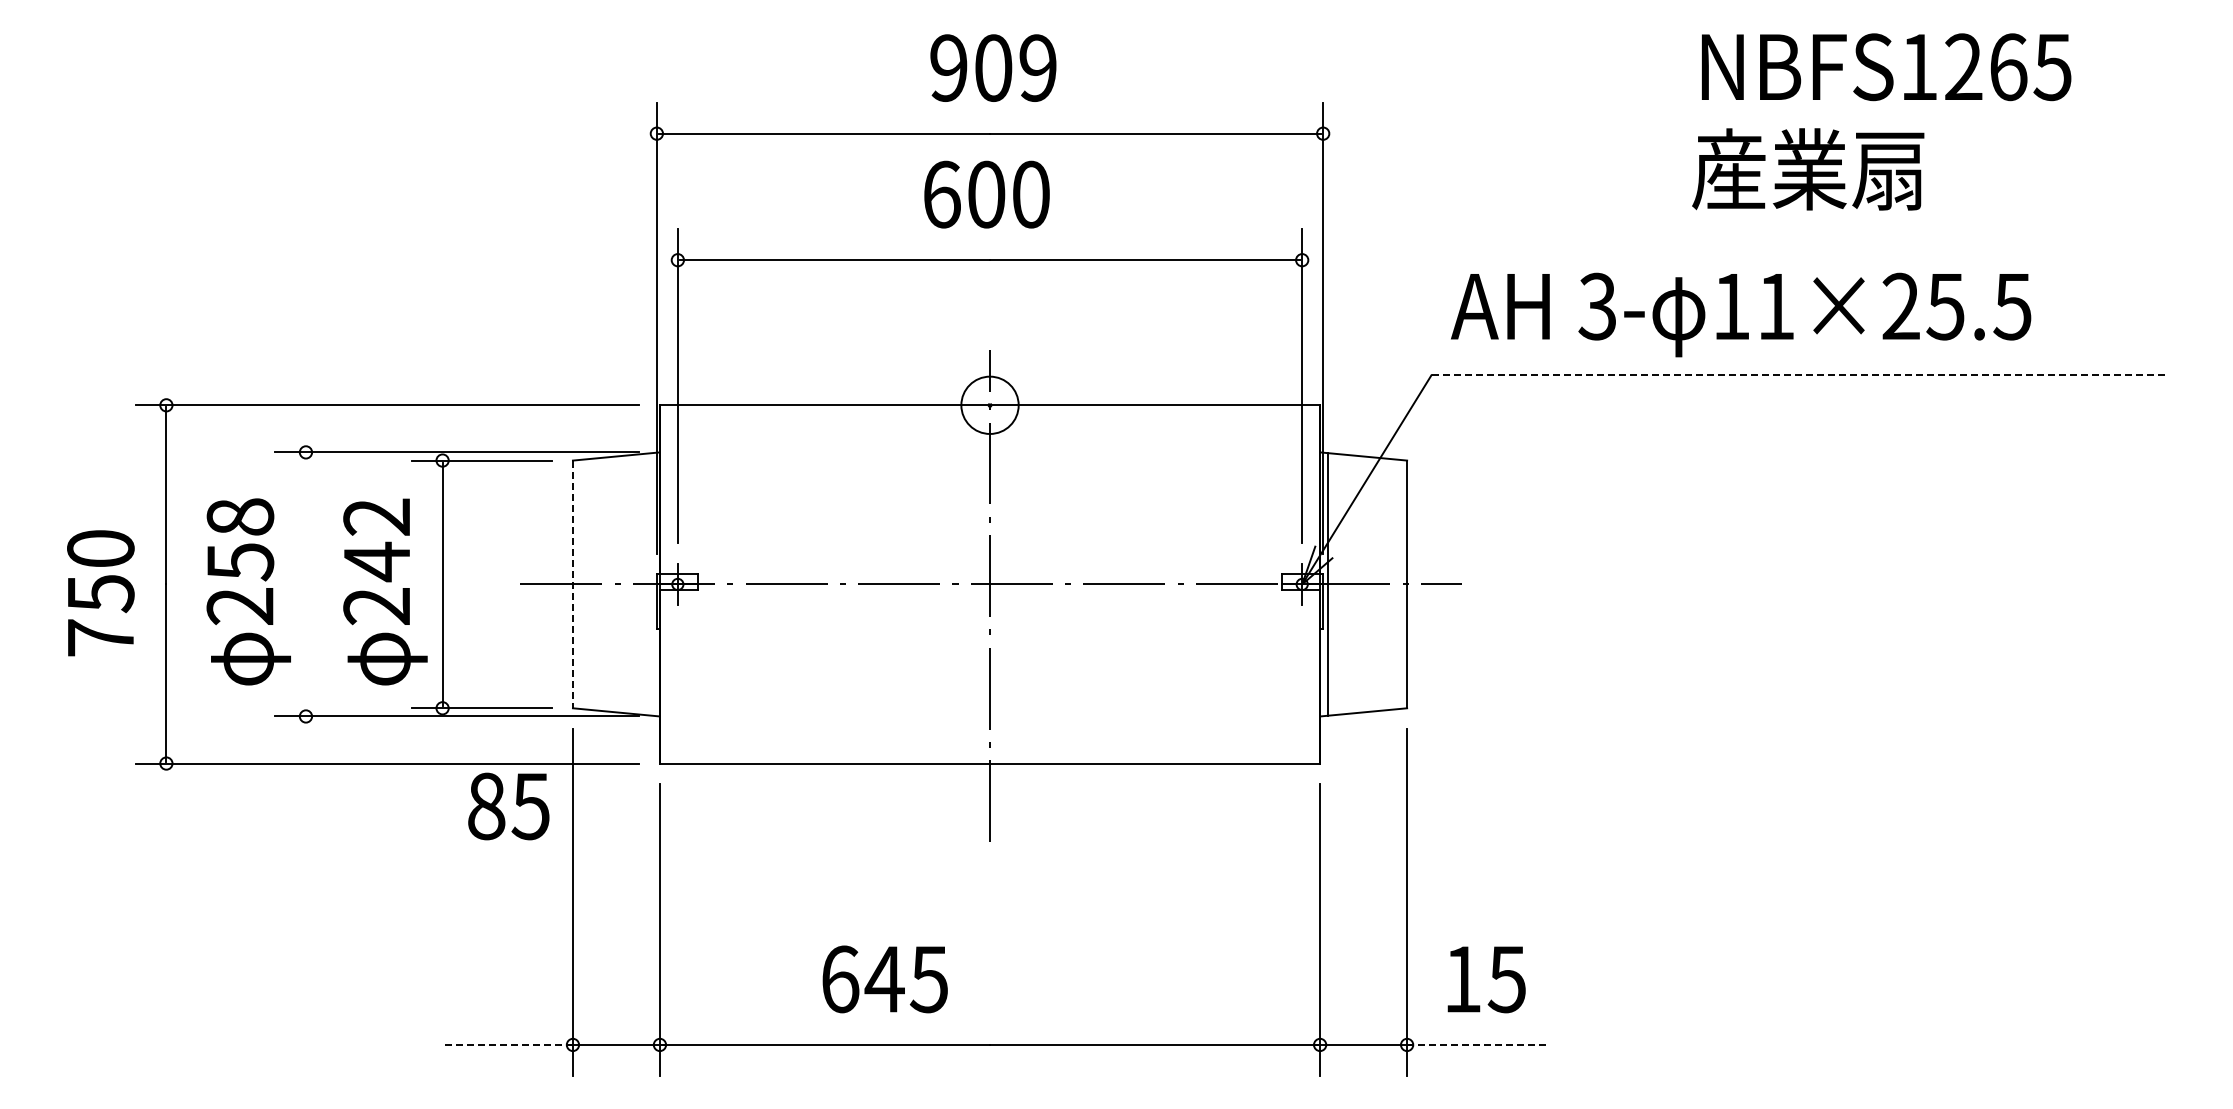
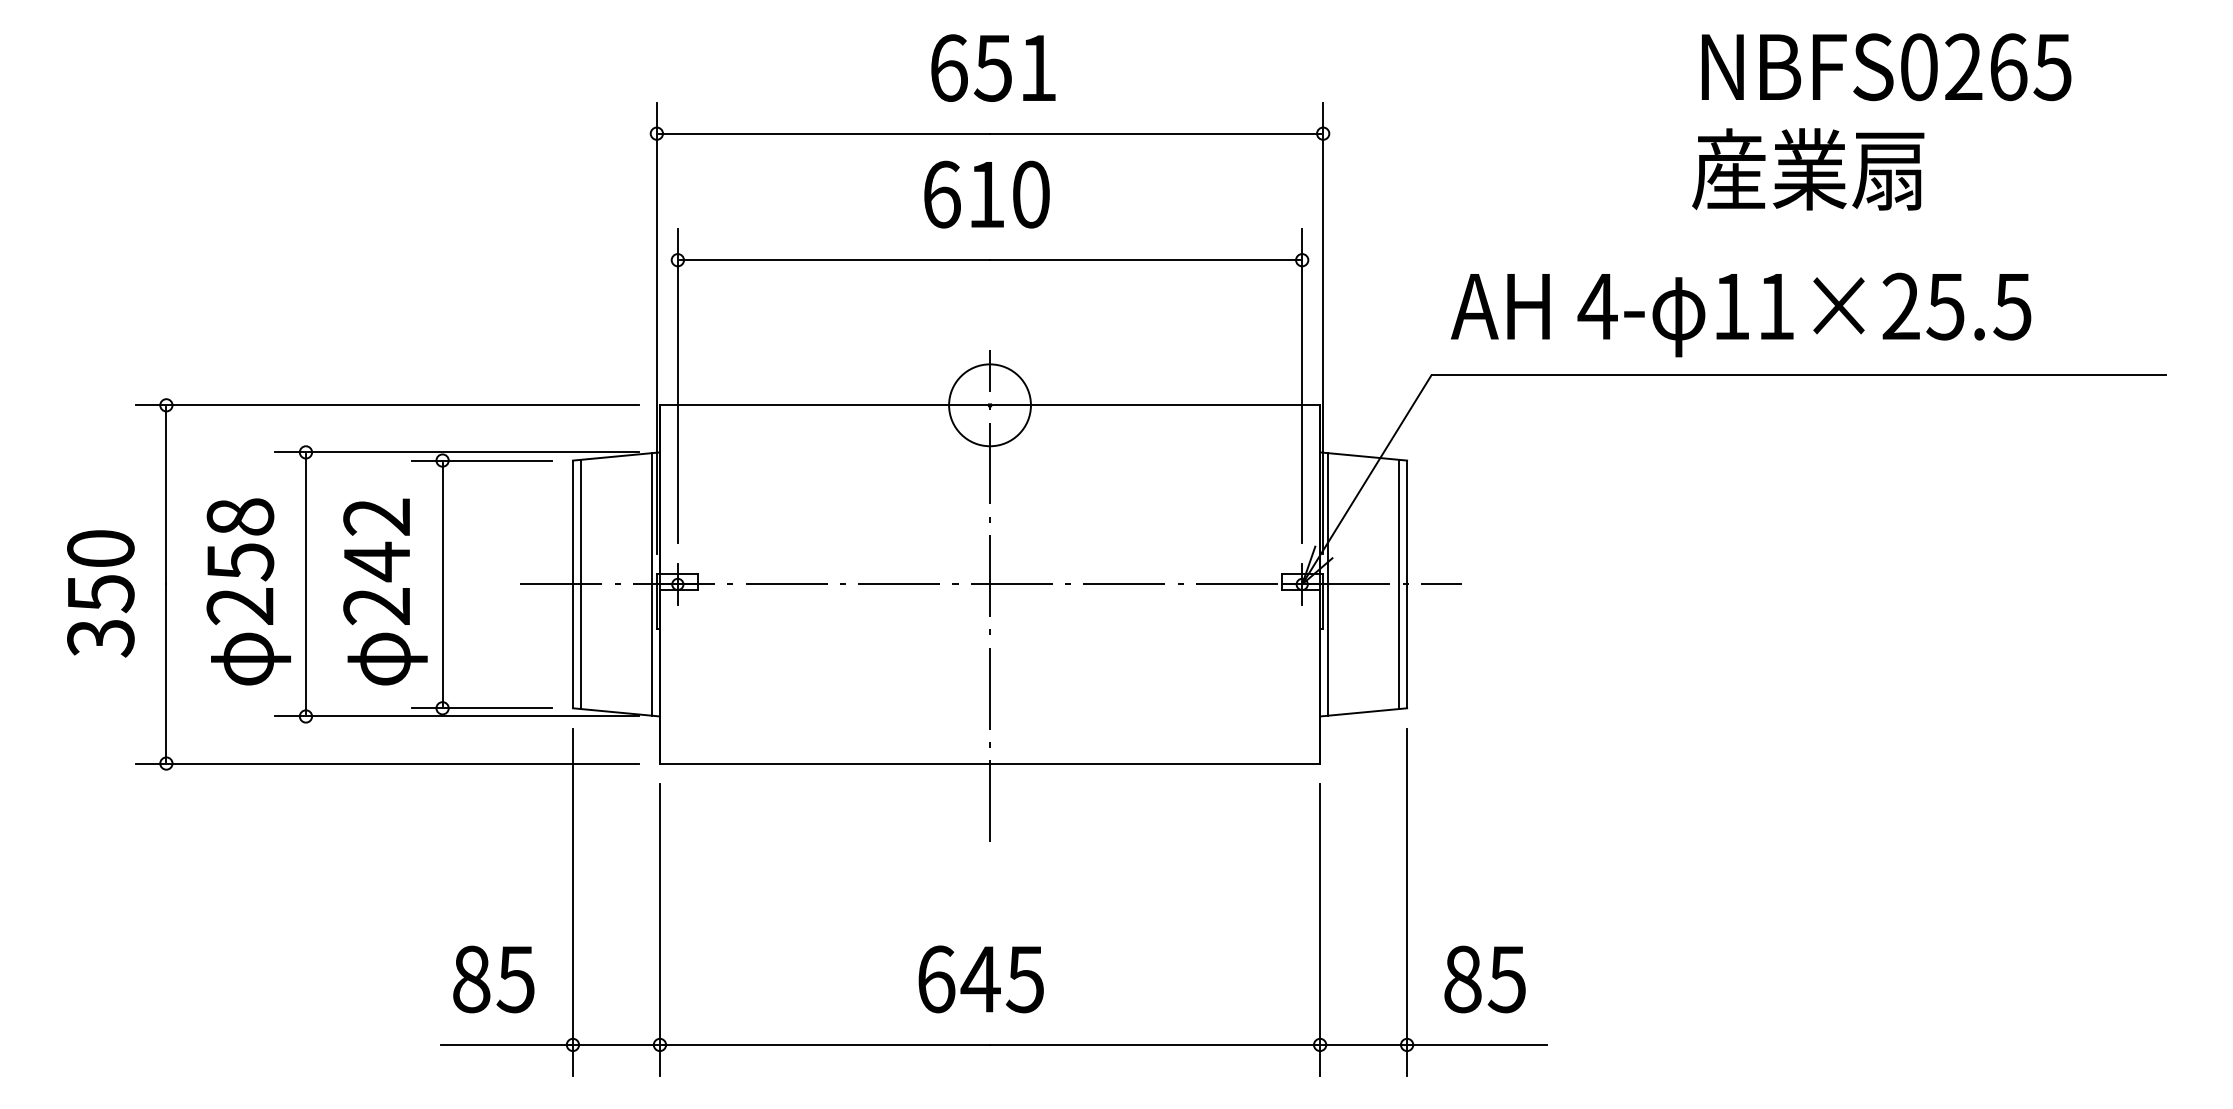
text at (993, 67): 909 -> 651
text at (1919, 67): NBFS1265 -> NBFS0265
text at (986, 194): 600 -> 610
text at (1597, 306): 3- -> 4-
line at (1799, 375): dashed -> solid
circle at (989, 404) diameter: 57 px -> 82 px
line at (305, 584): none -> present
line at (572, 584): dashed -> solid
line at (580, 584): none -> present
line at (652, 584): none -> present
line at (1399, 584): none -> present
text at (100, 638): 750 -> 350
text at (508, 806) position: (508, 806) -> (493, 979)
text at (884, 979) position: (884, 979) -> (980, 979)
text at (1462, 979): 15 -> 85
line at (506, 1044): dashed -> solid
line at (1477, 1044): dashed -> solid
